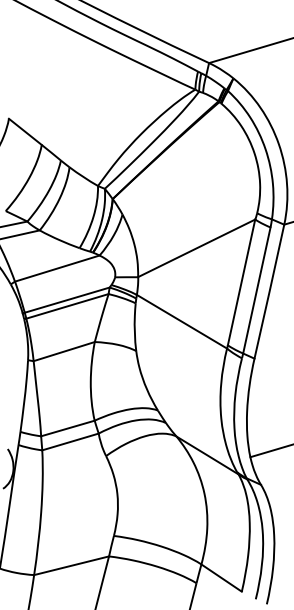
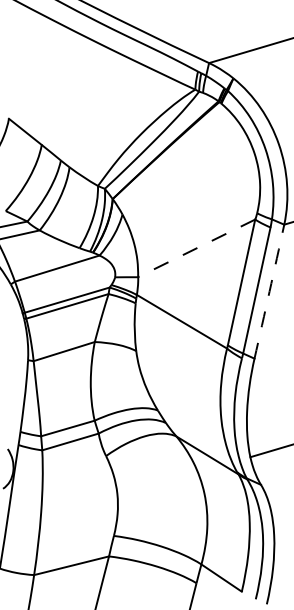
line at (196, 248): solid -> dashed
arc at (269, 291): solid -> dashed
